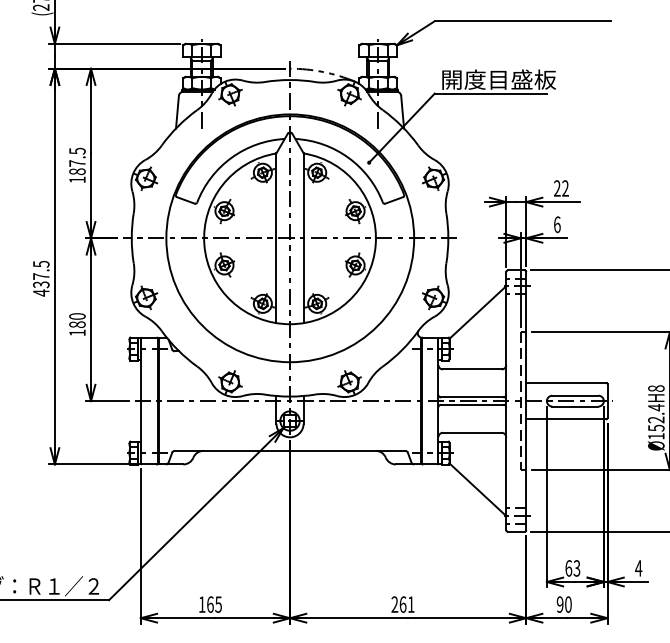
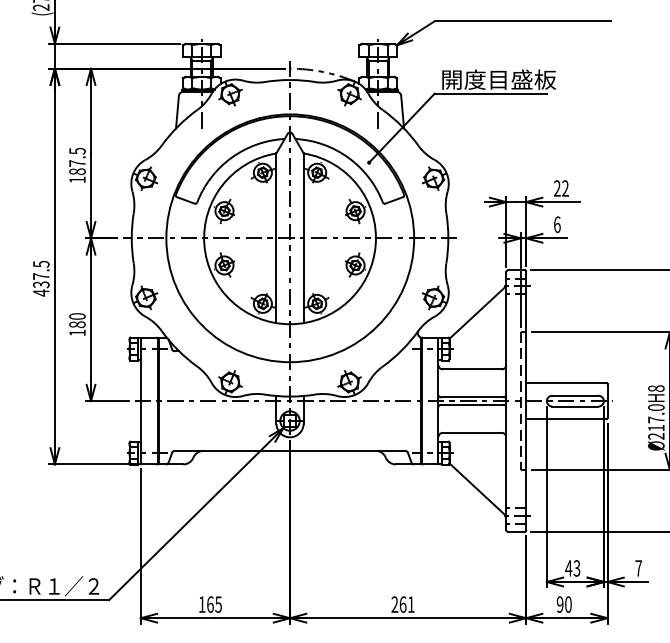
text at (656, 421): Ø152.4H8 -> Ø217.0H8
text at (568, 568): 63 -> 43
text at (638, 568): 4 -> 7
